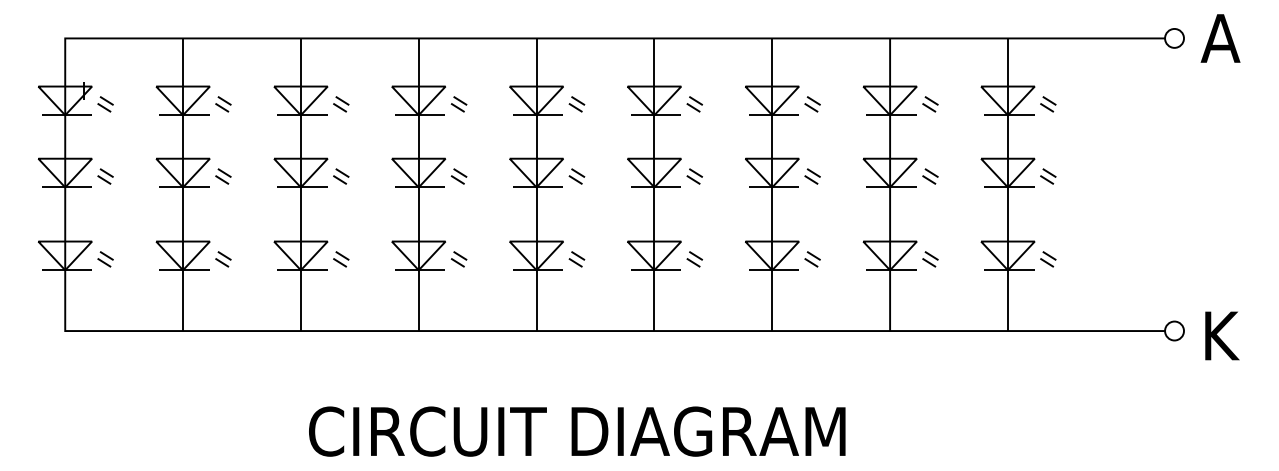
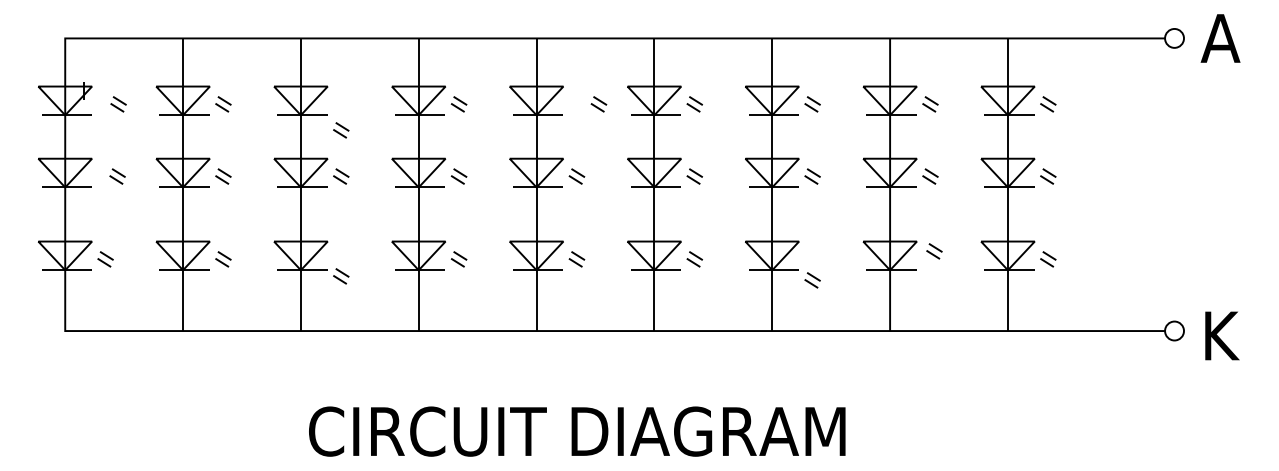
part at (105, 104) position: (105, 104) -> (118, 104)
part at (341, 104) position: (341, 104) -> (341, 130)
part at (576, 104) position: (576, 104) -> (598, 104)
part at (105, 176) position: (105, 176) -> (117, 176)
part at (341, 259) position: (341, 259) -> (341, 276)
part at (812, 259) position: (812, 259) -> (812, 280)
part at (930, 259) position: (930, 259) -> (934, 251)
